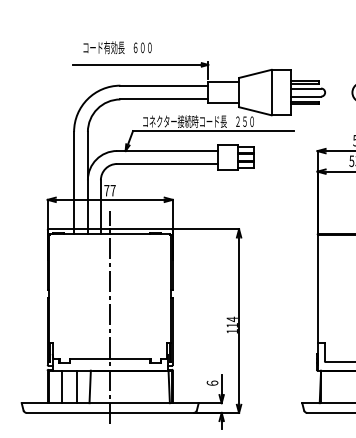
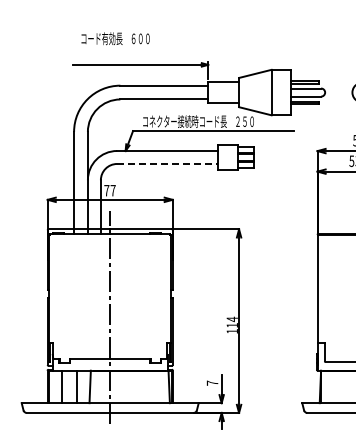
text at (117, 47) position: (117, 47) -> (115, 38)
line at (167, 163): solid -> dashed
text at (212, 382): 6 -> 7
